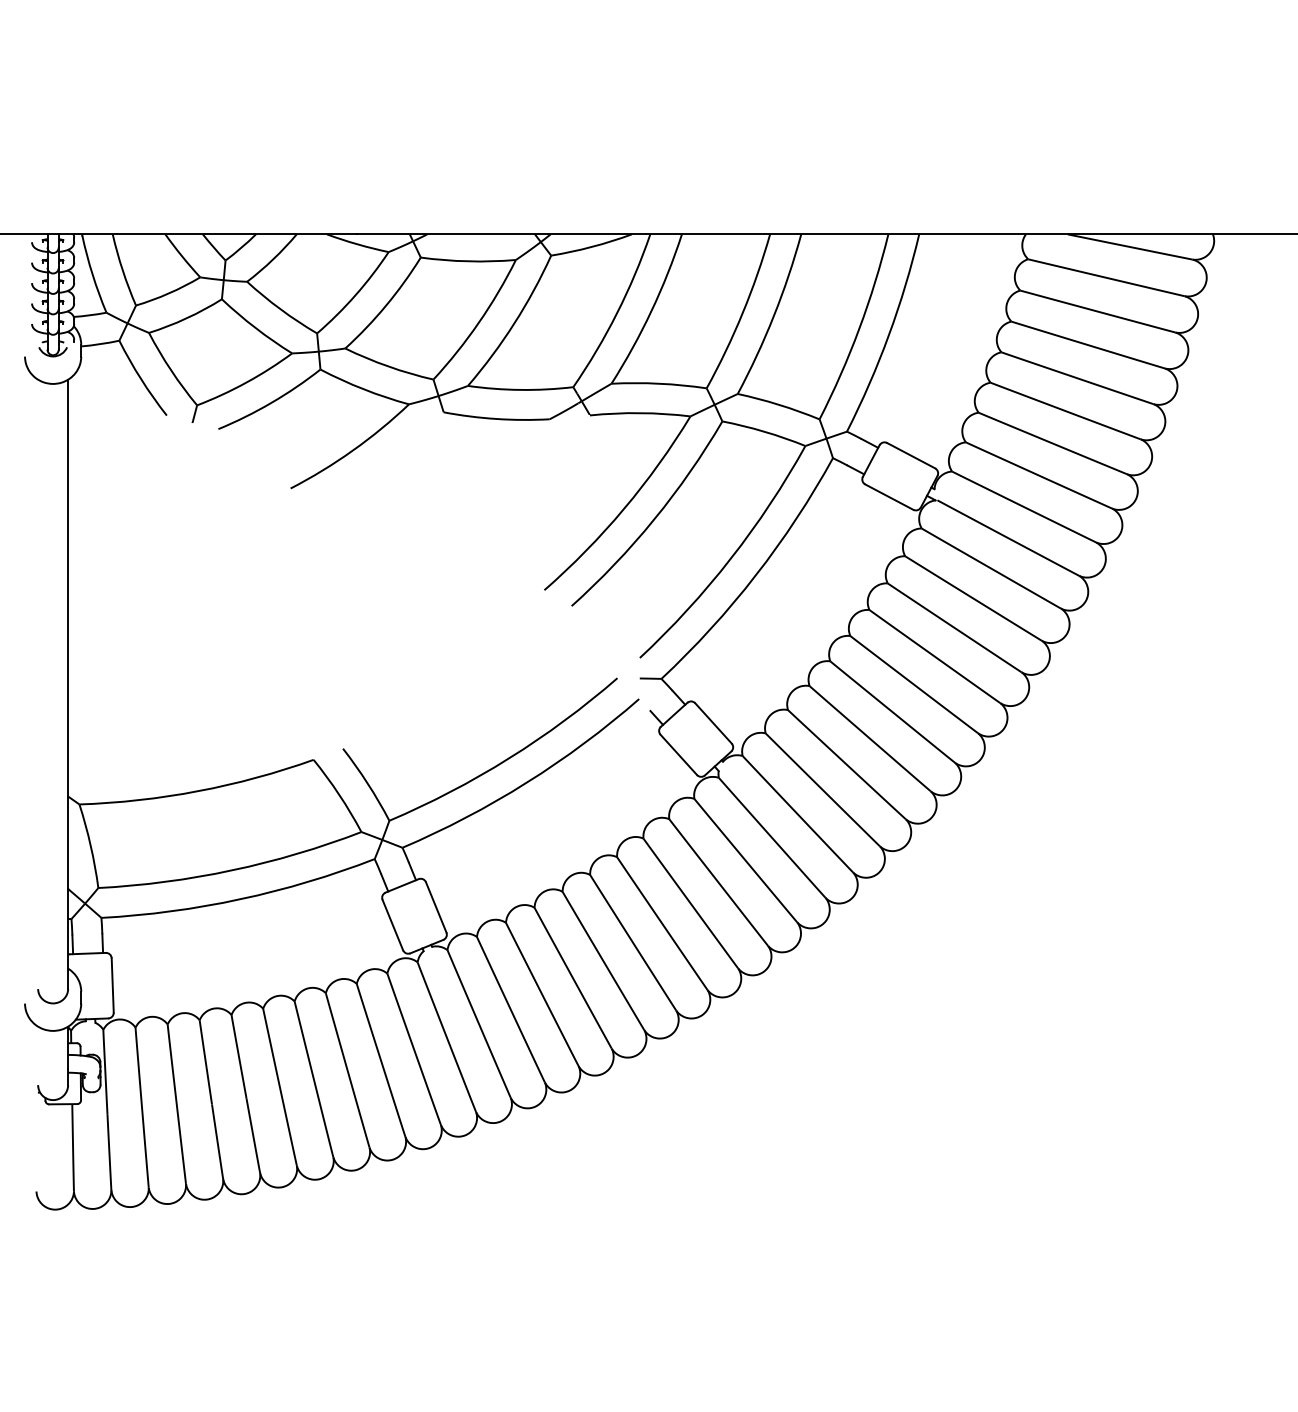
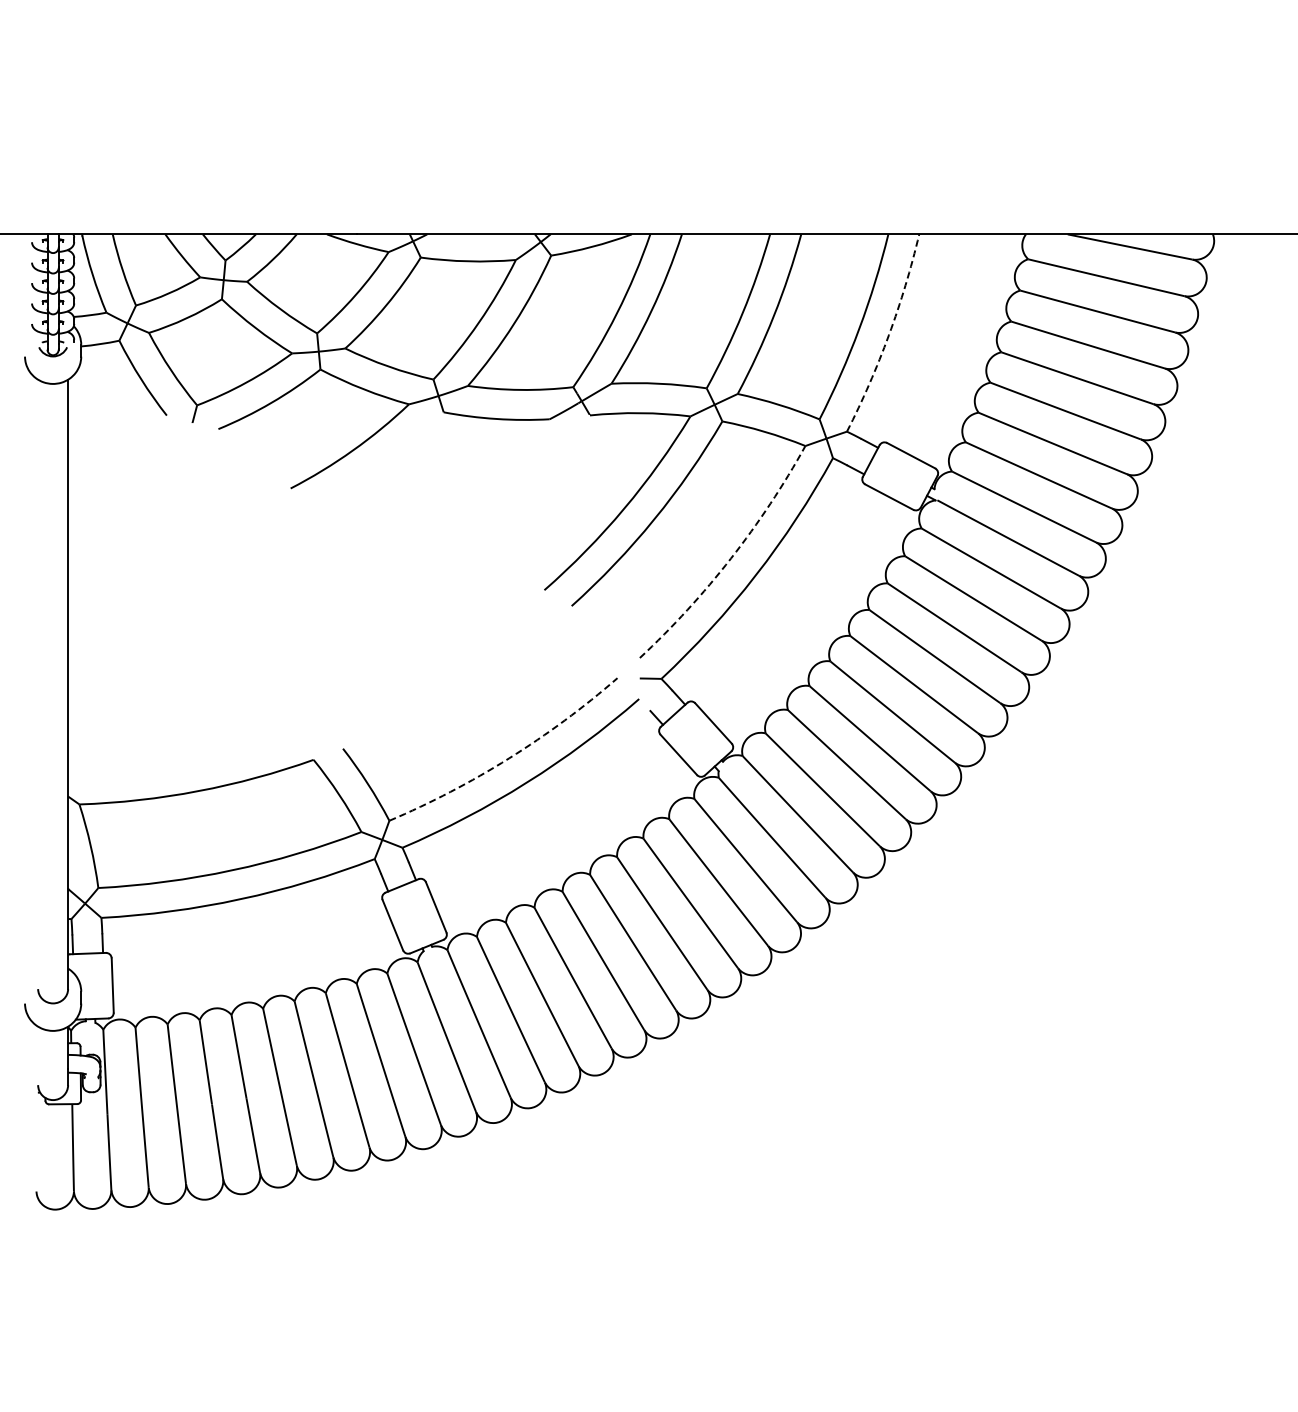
arc at (888, 335): solid -> dashed
arc at (731, 558): solid -> dashed
arc at (509, 758): solid -> dashed
